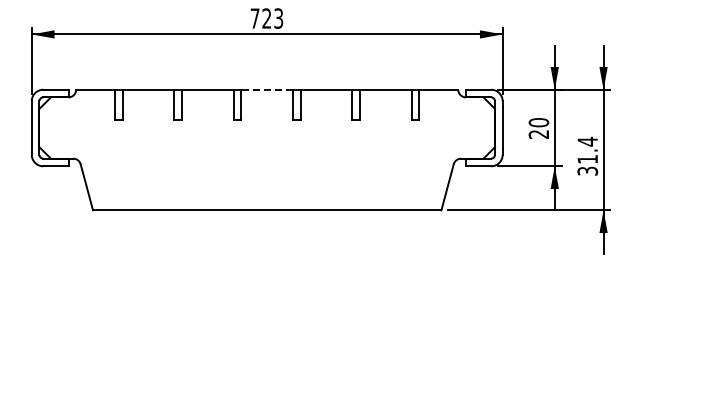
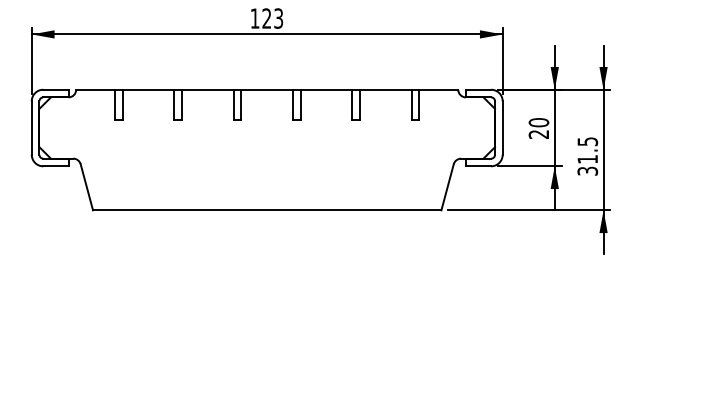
text at (254, 18): 723 -> 123
line at (267, 89): dashed -> solid
text at (587, 141): 31.4 -> 31.5
